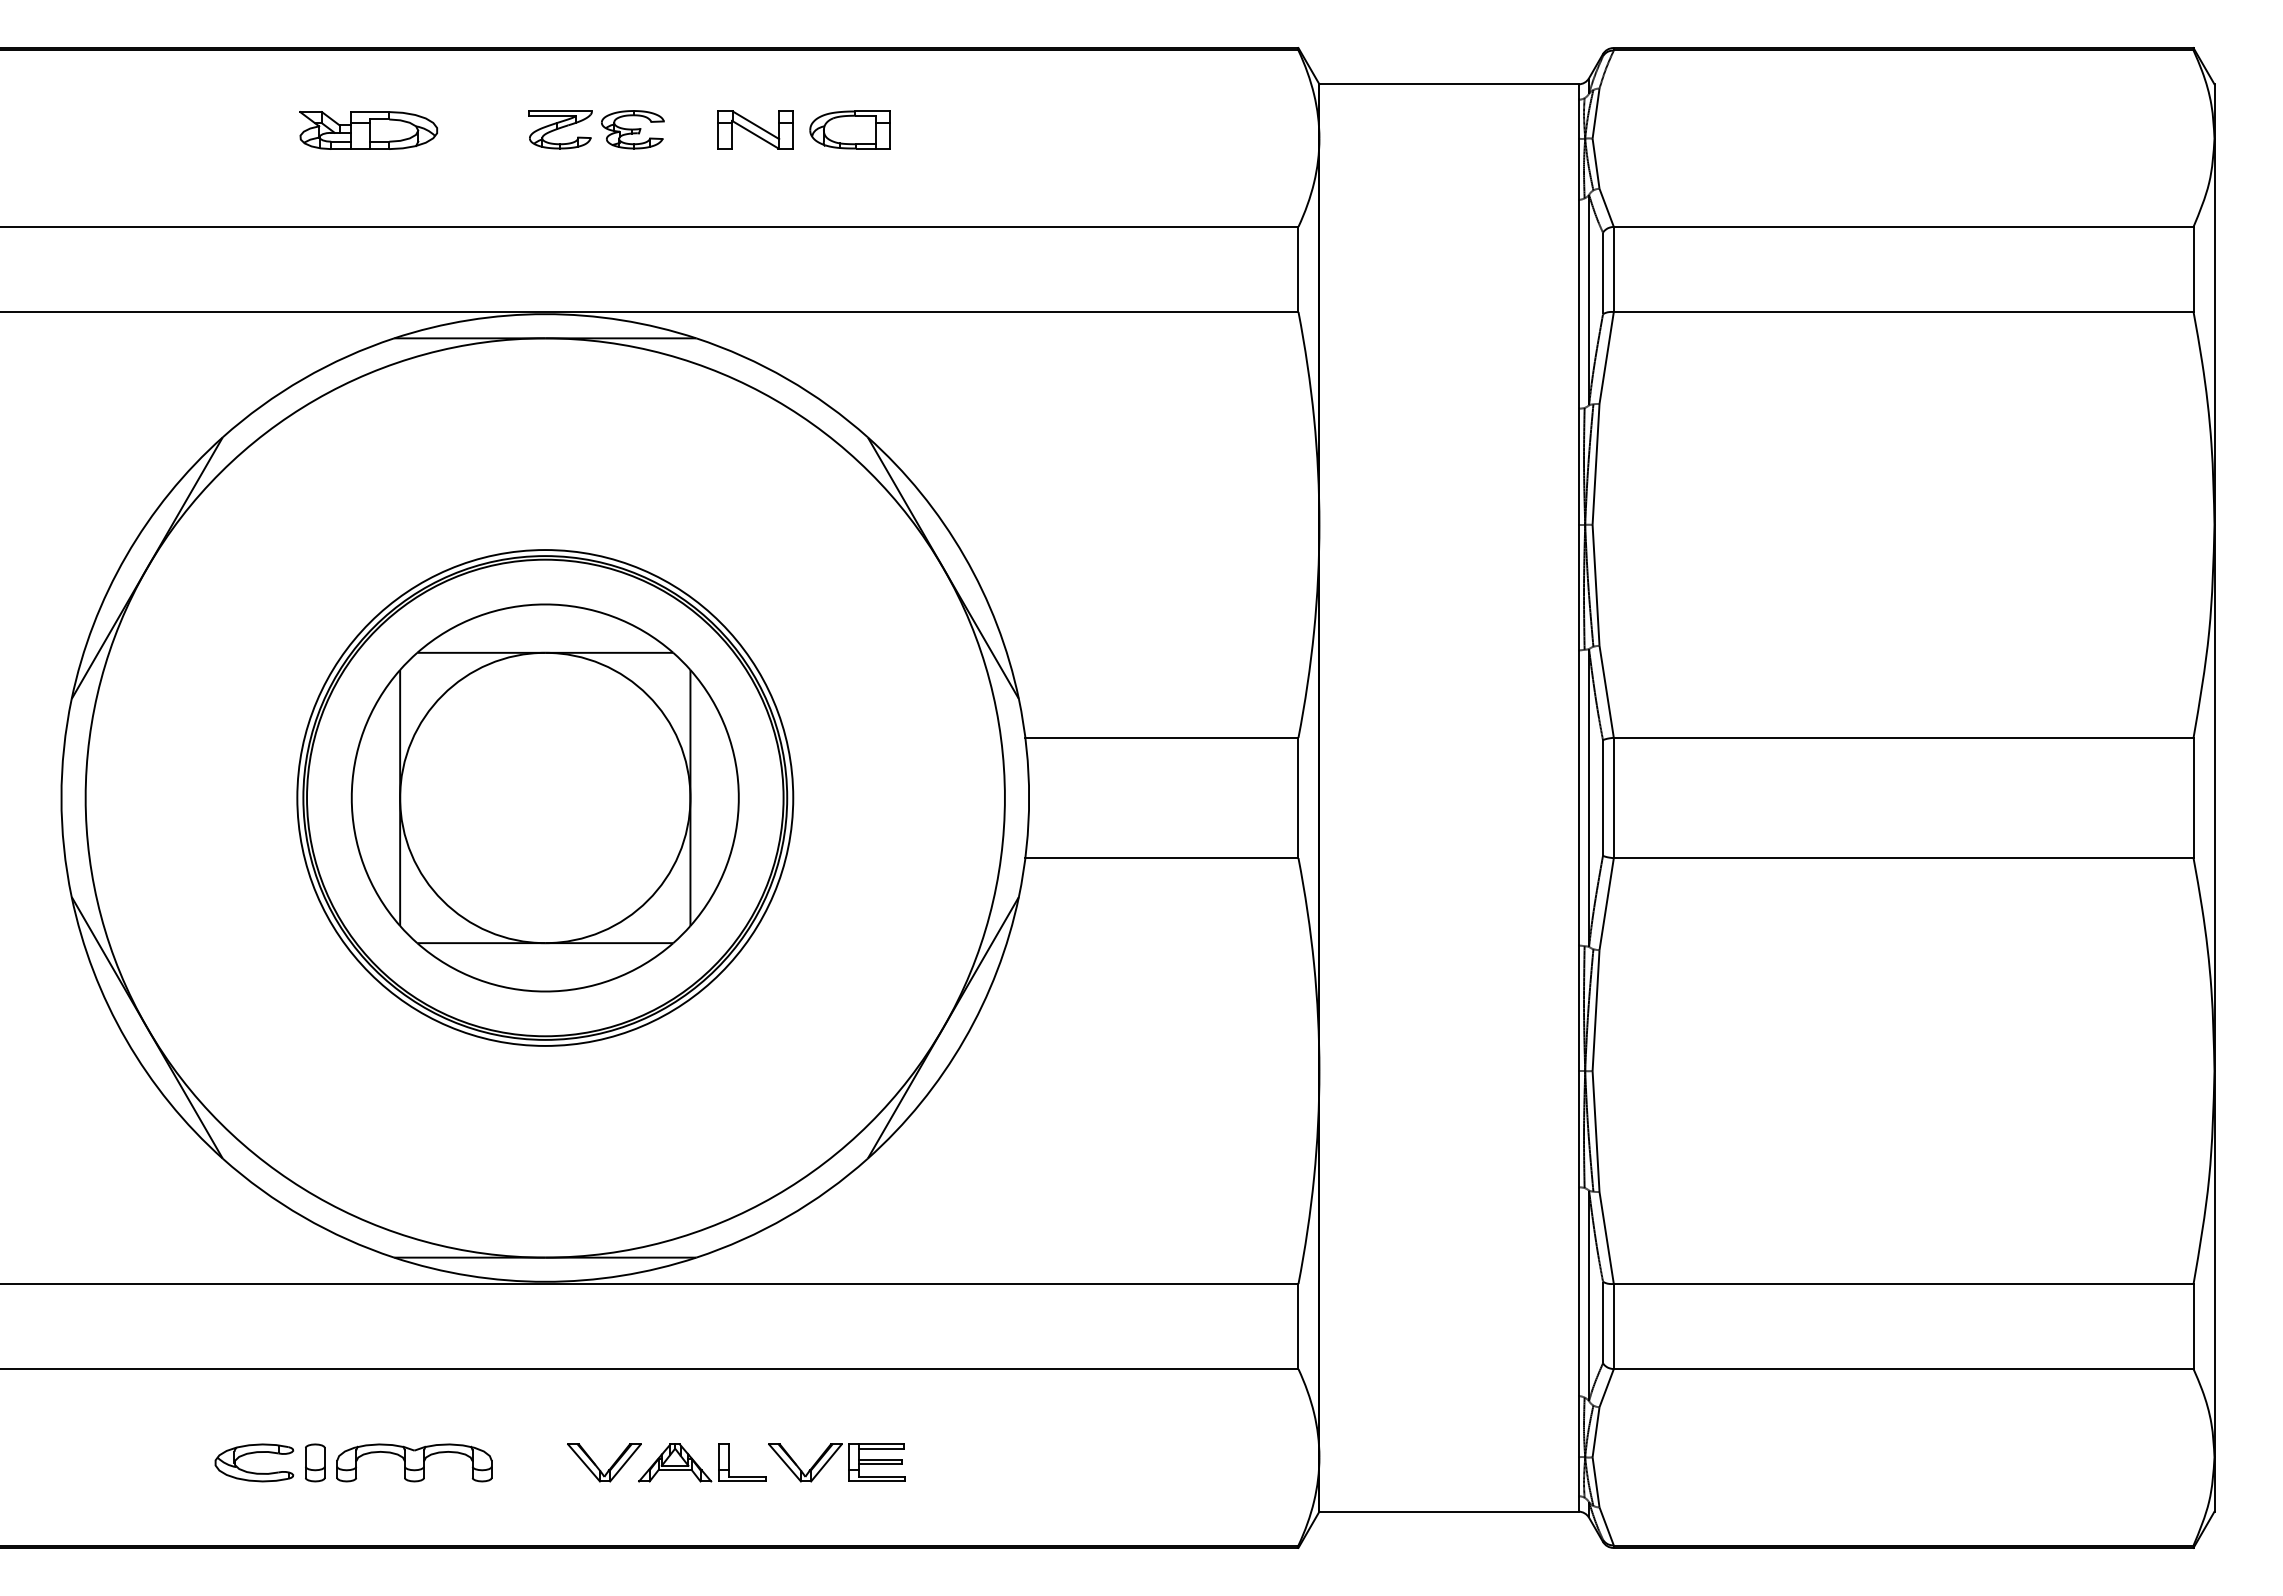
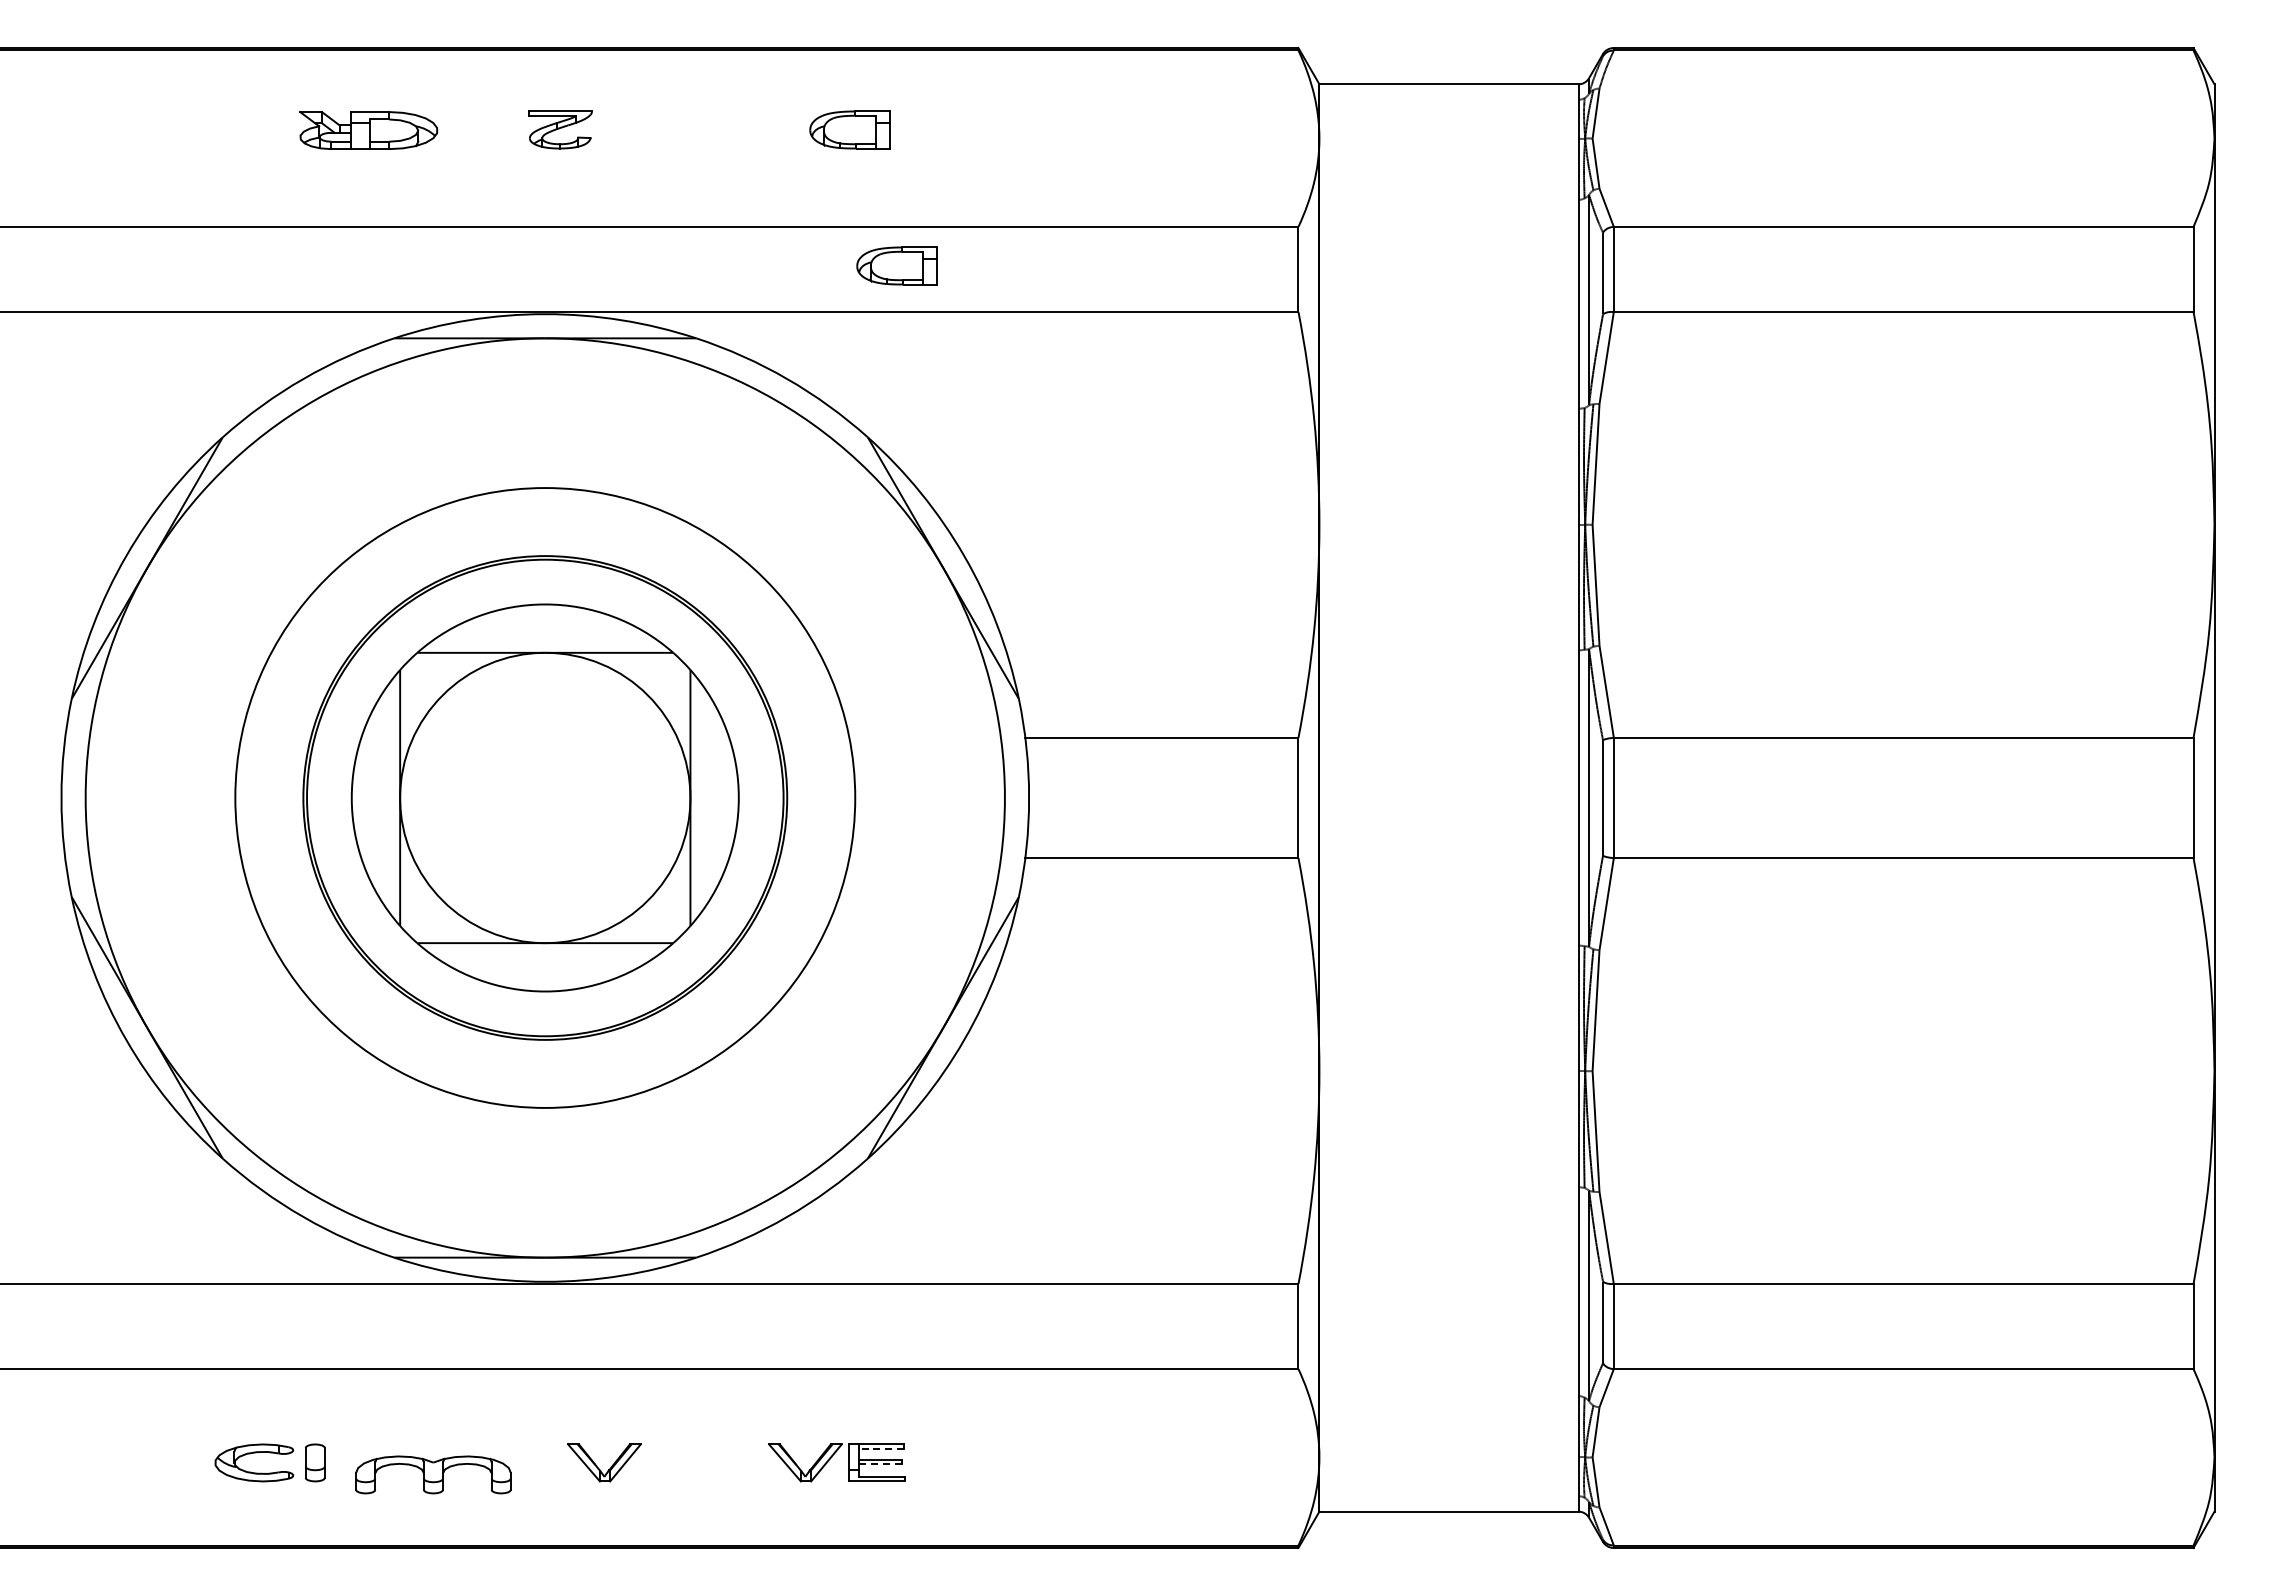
part at (632, 129): present -> none
part at (755, 129): present -> none
part at (896, 265): none -> present
circle at (545, 797) diameter: 496 px -> 620 px
line at (881, 1448): solid -> dashed
part at (414, 1462) position: (414, 1462) -> (433, 1474)
part at (702, 1462): present -> none
line at (879, 1464): solid -> dashed
